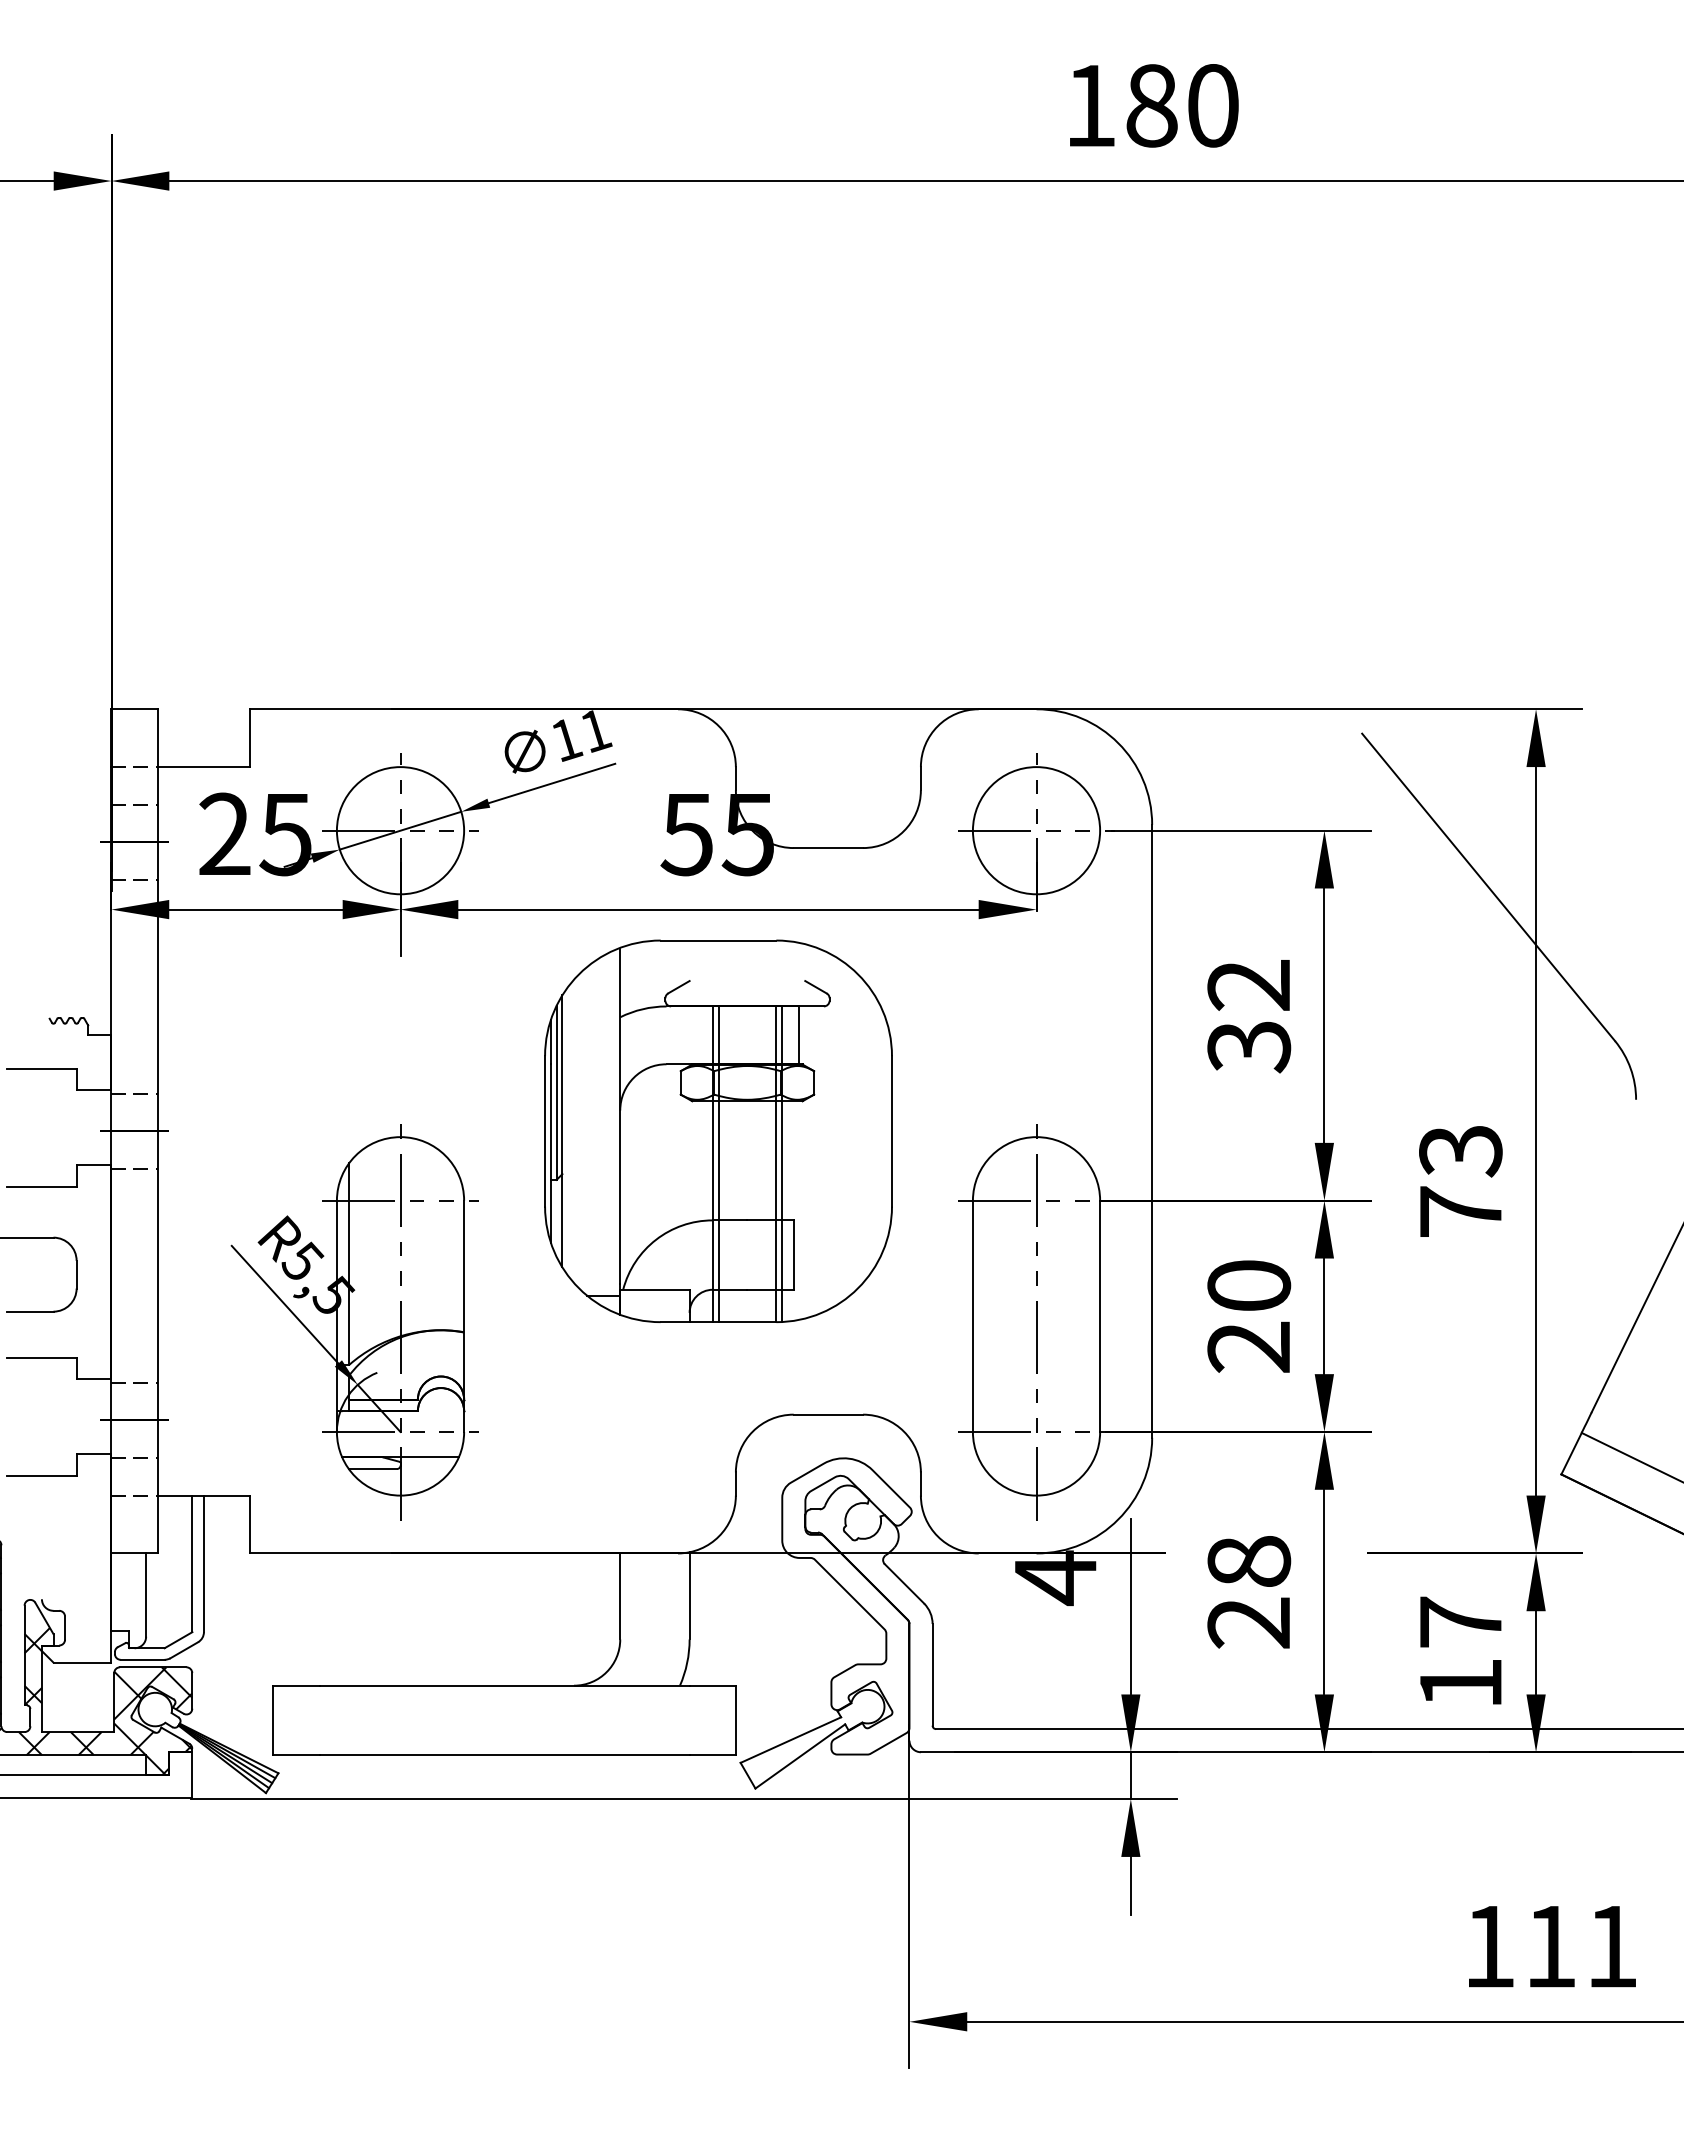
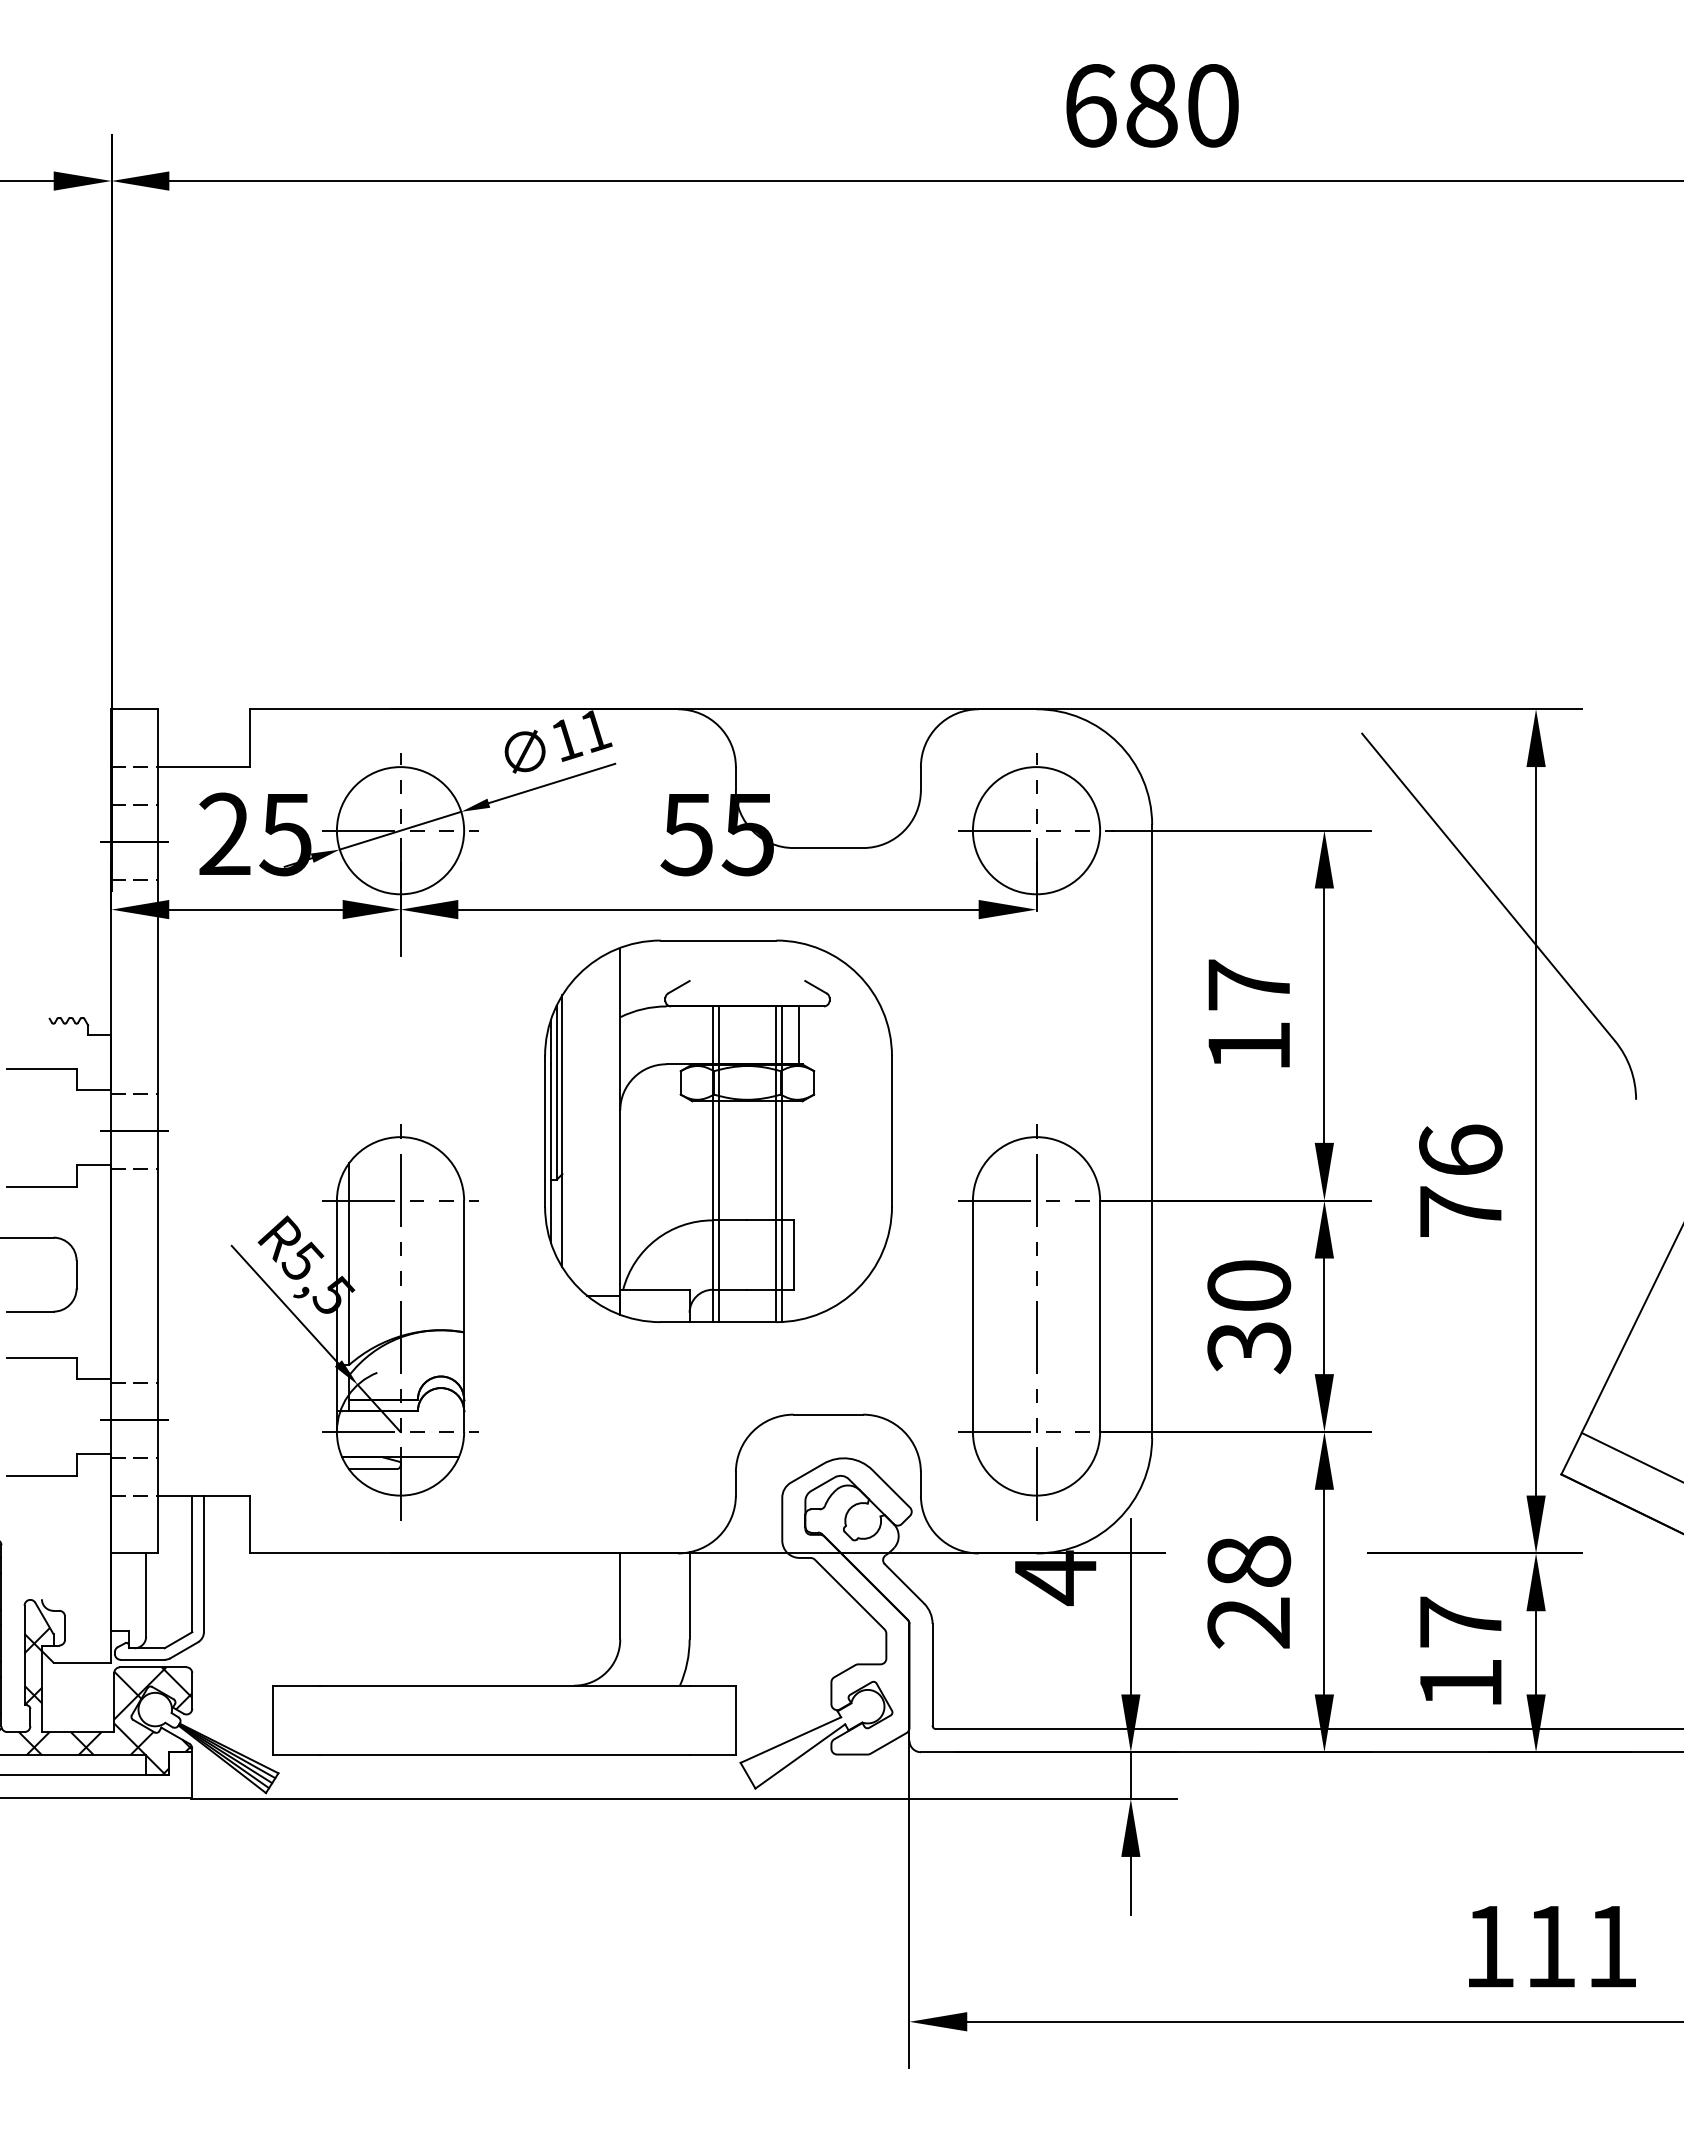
text at (1091, 105): 180 -> 680
text at (1249, 1016): 32 -> 17
text at (1460, 1150): 73 -> 76
text at (1249, 1347): 20 -> 30
